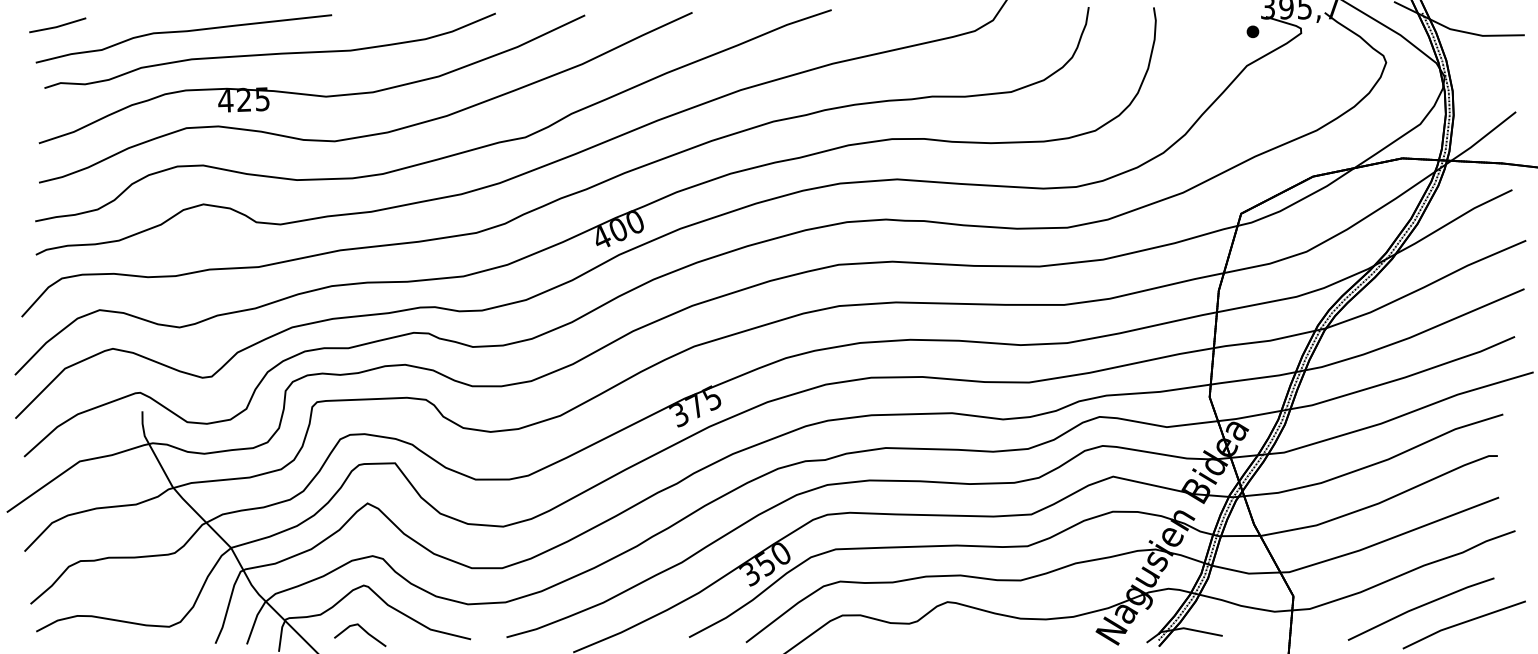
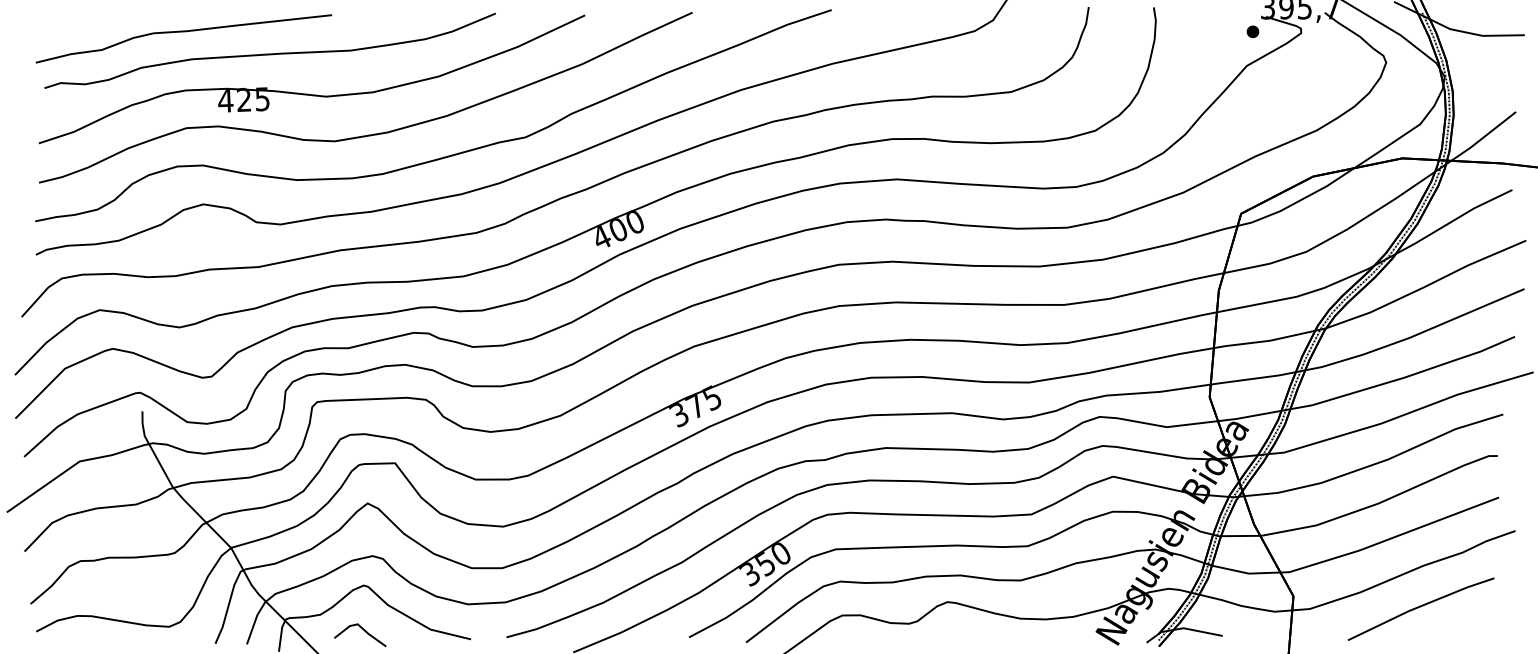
line at (57, 25): present -> none
part at (1463, 624): present -> none
